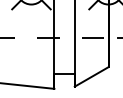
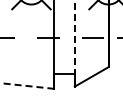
line at (74, 42): solid -> dashed
line at (27, 86): solid -> dashed
